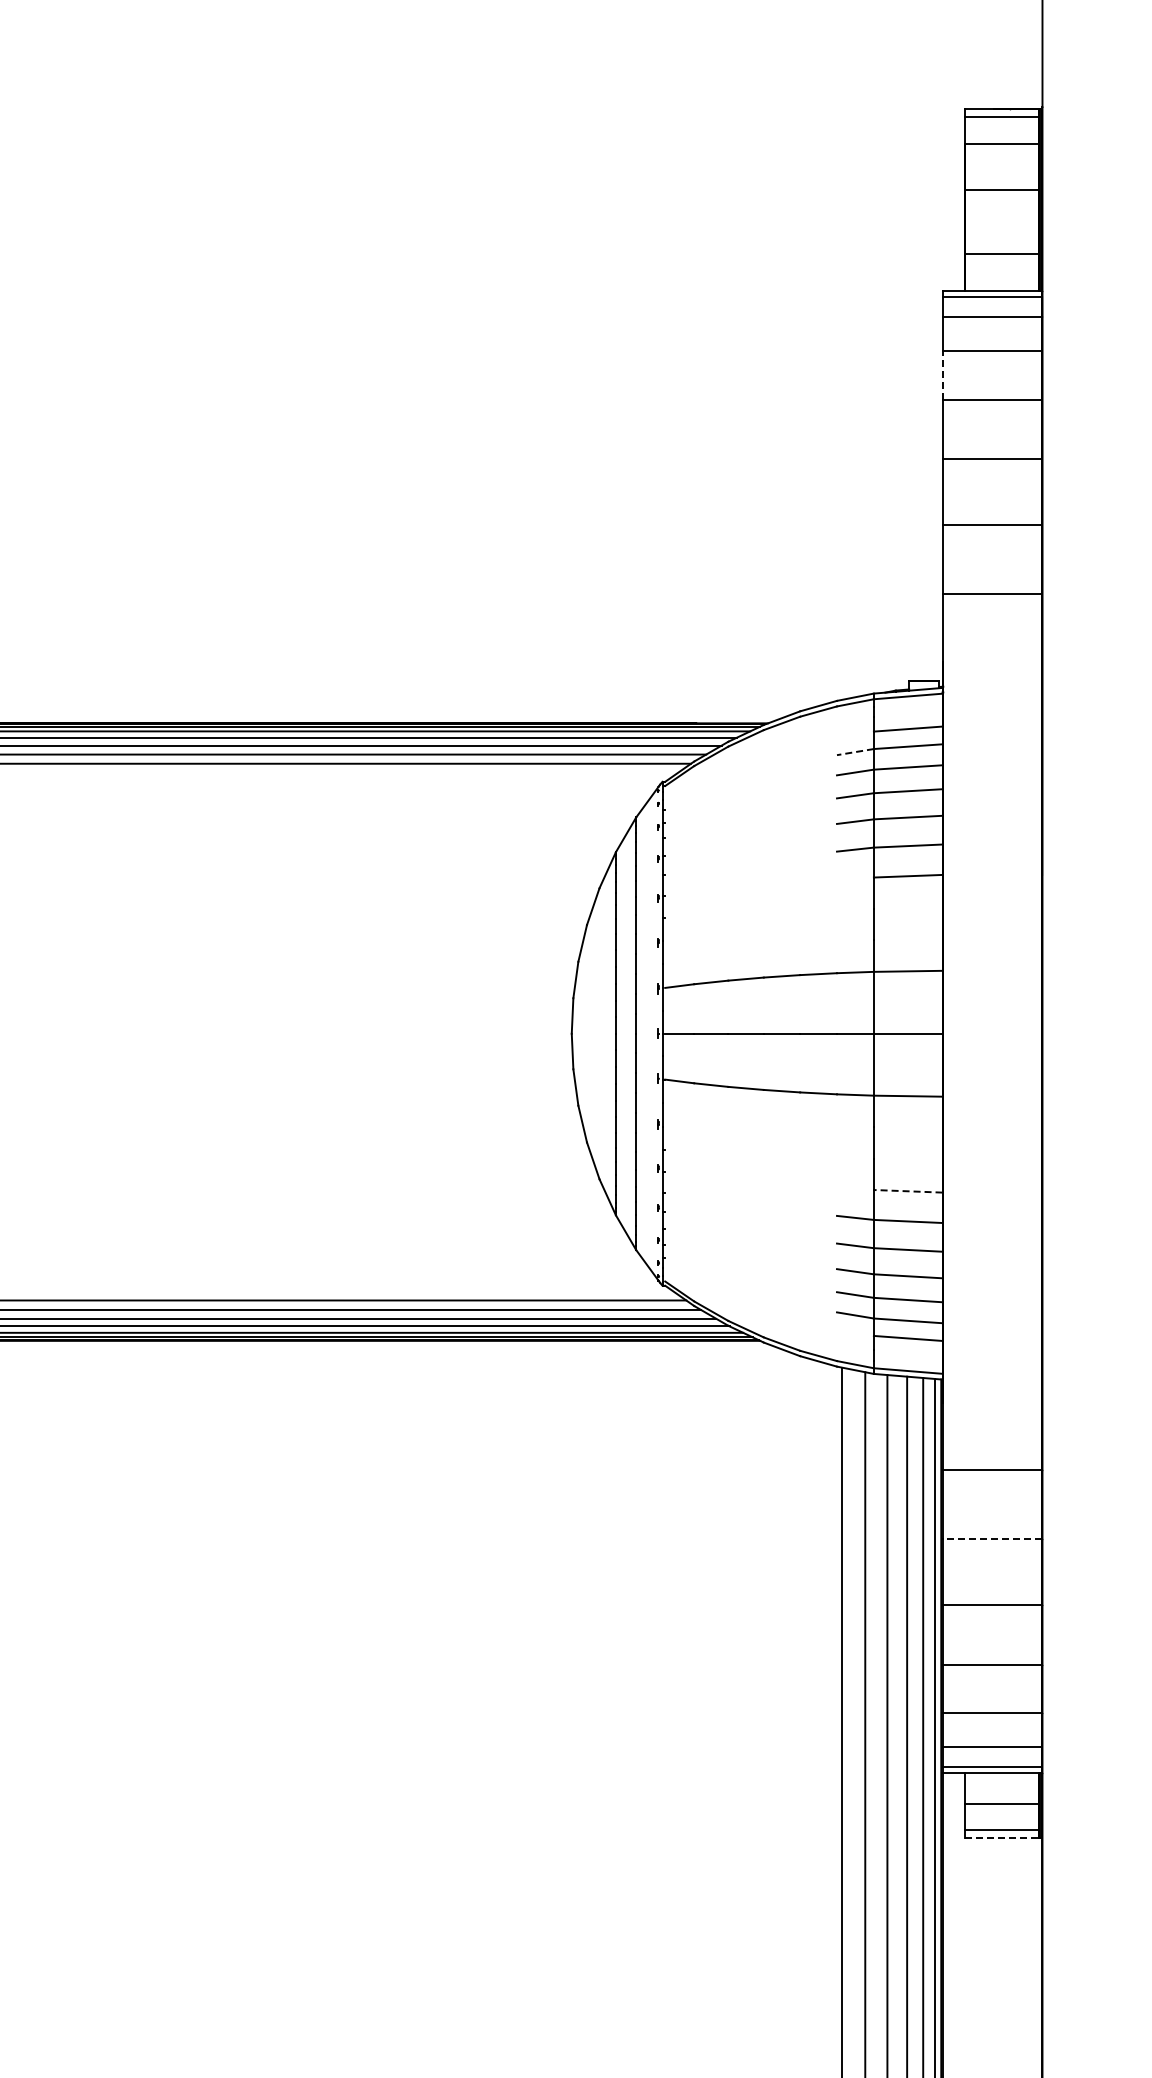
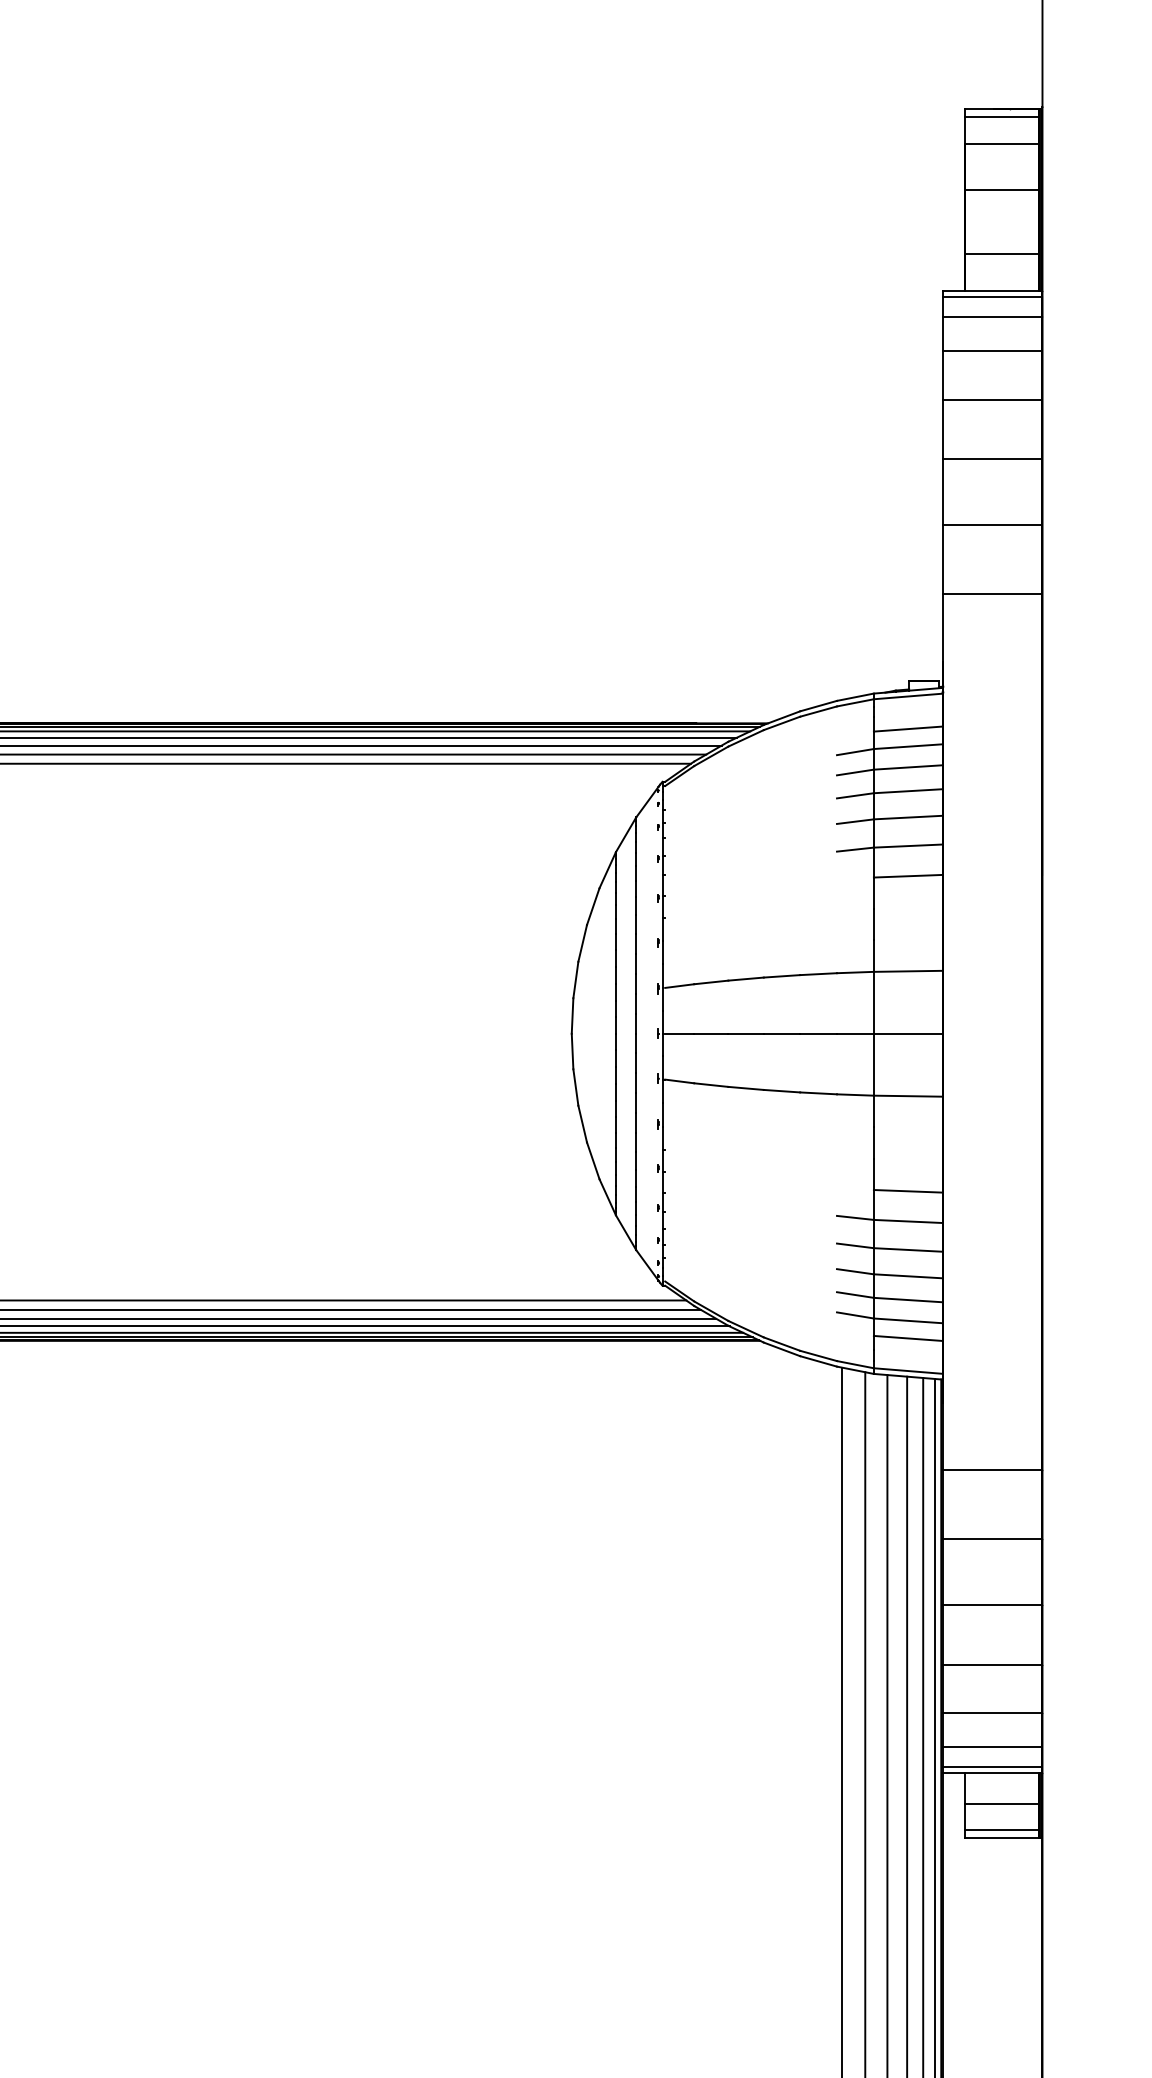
line at (943, 375): dashed -> solid
line at (855, 752): dashed -> solid
line at (907, 1191): dashed -> solid
line at (992, 1539): dashed -> solid
line at (1002, 1838): dashed -> solid
